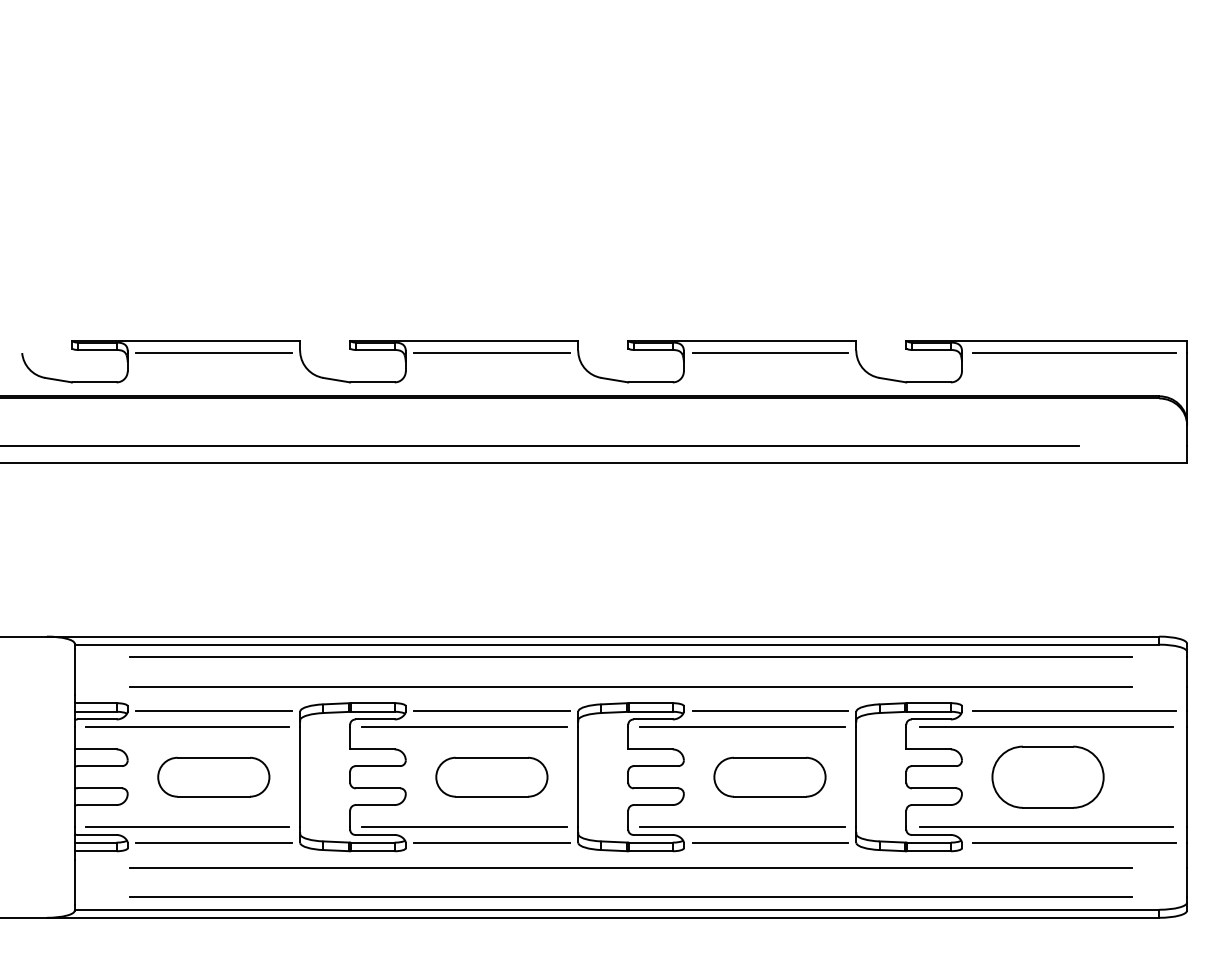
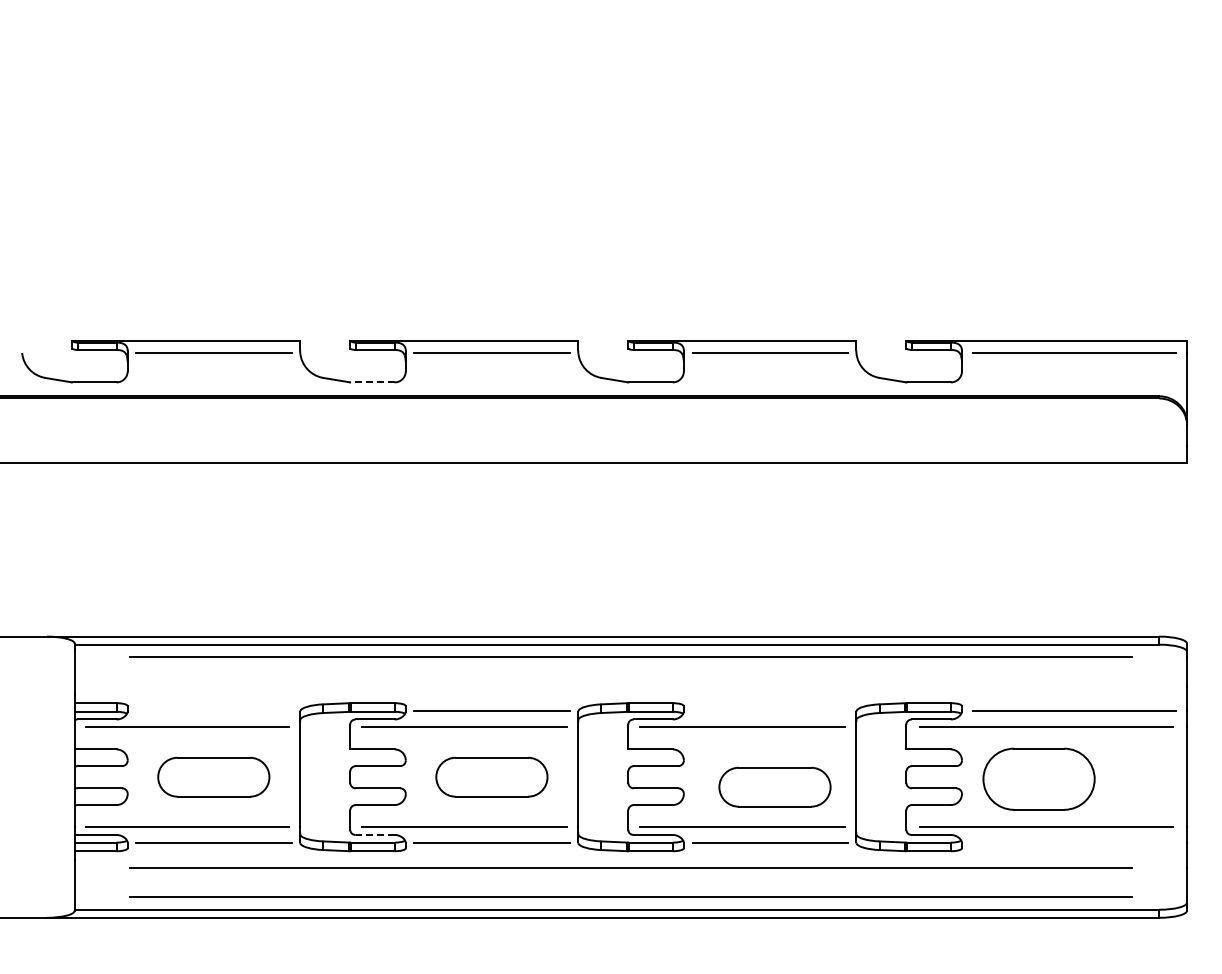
line at (372, 382): solid -> dashed
line at (540, 445): present -> none
line at (630, 686): present -> none
line at (213, 711): present -> none
line at (769, 711): present -> none
part at (769, 776) position: (769, 776) -> (774, 786)
part at (1047, 776) position: (1047, 776) -> (1038, 778)
line at (374, 834): solid -> dashed
line at (1074, 842): present -> none
